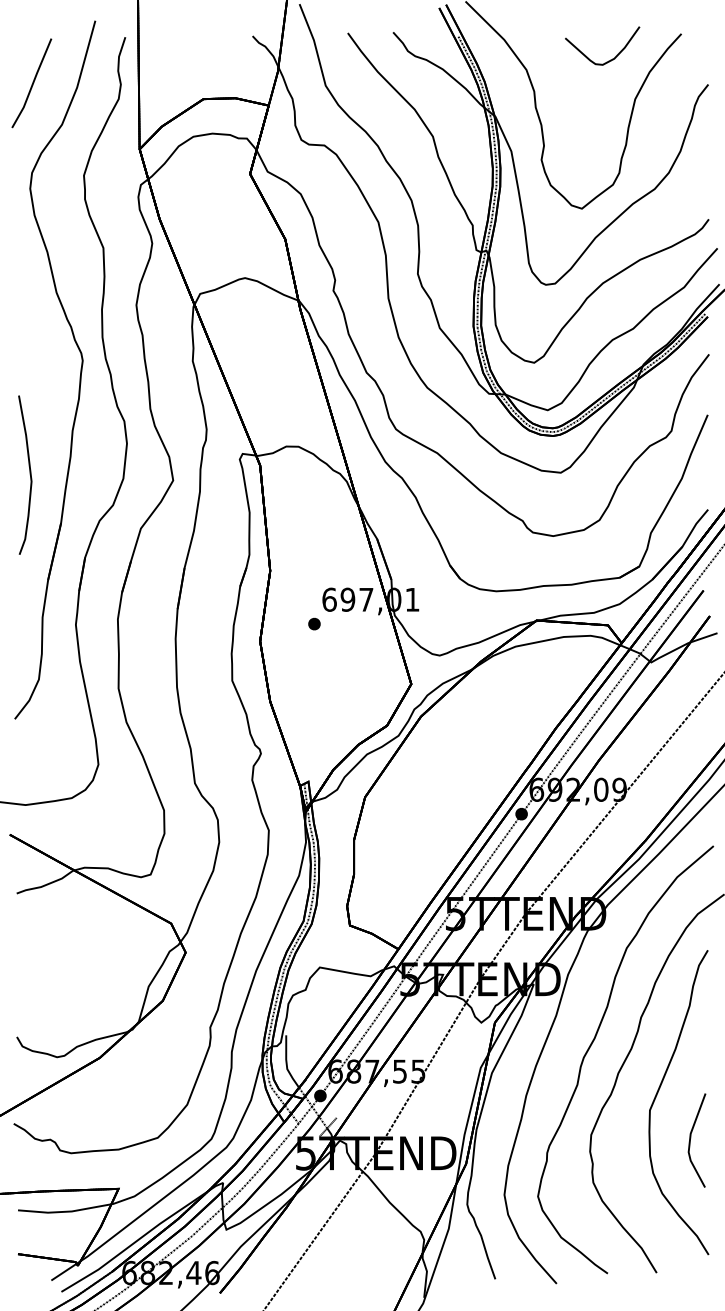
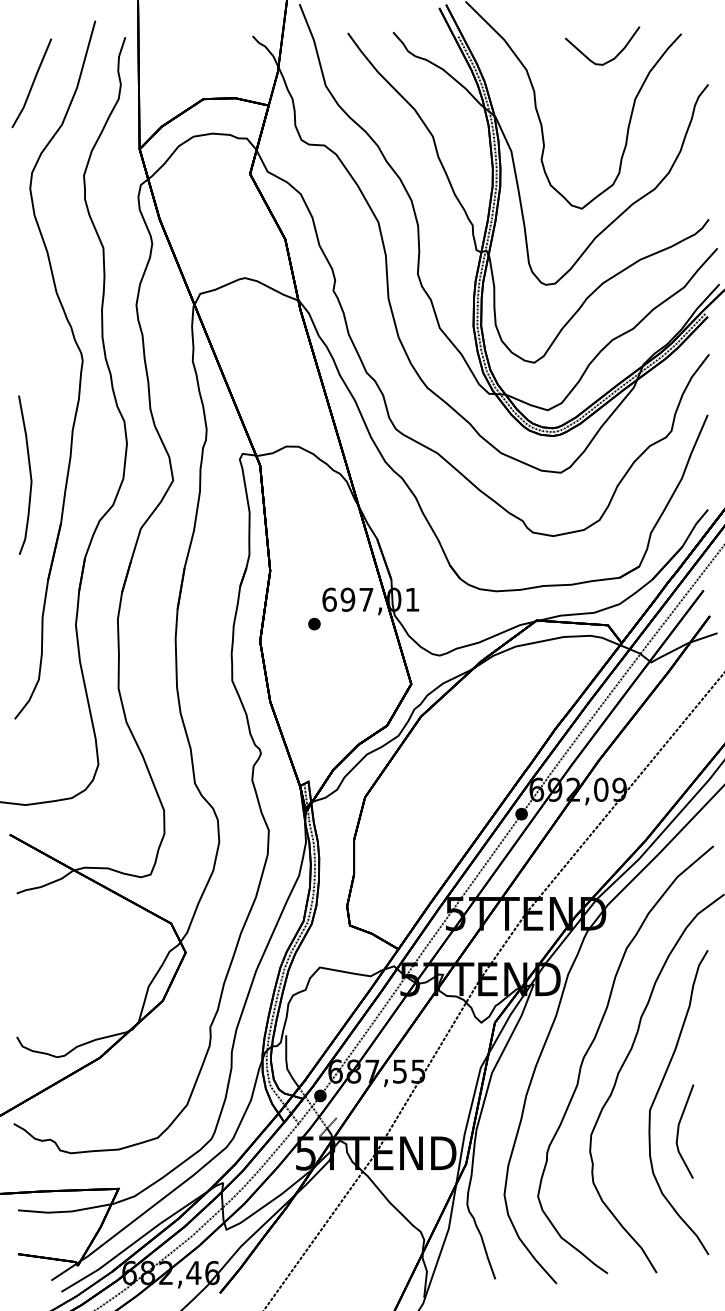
line at (691, 1138) position: (691, 1138) -> (679, 1129)
